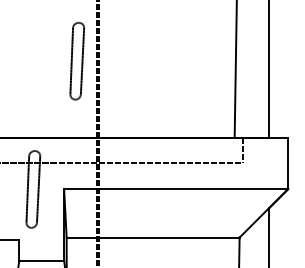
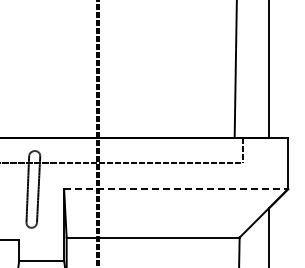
part at (76, 61): present -> none
line at (176, 189): solid -> dashed
